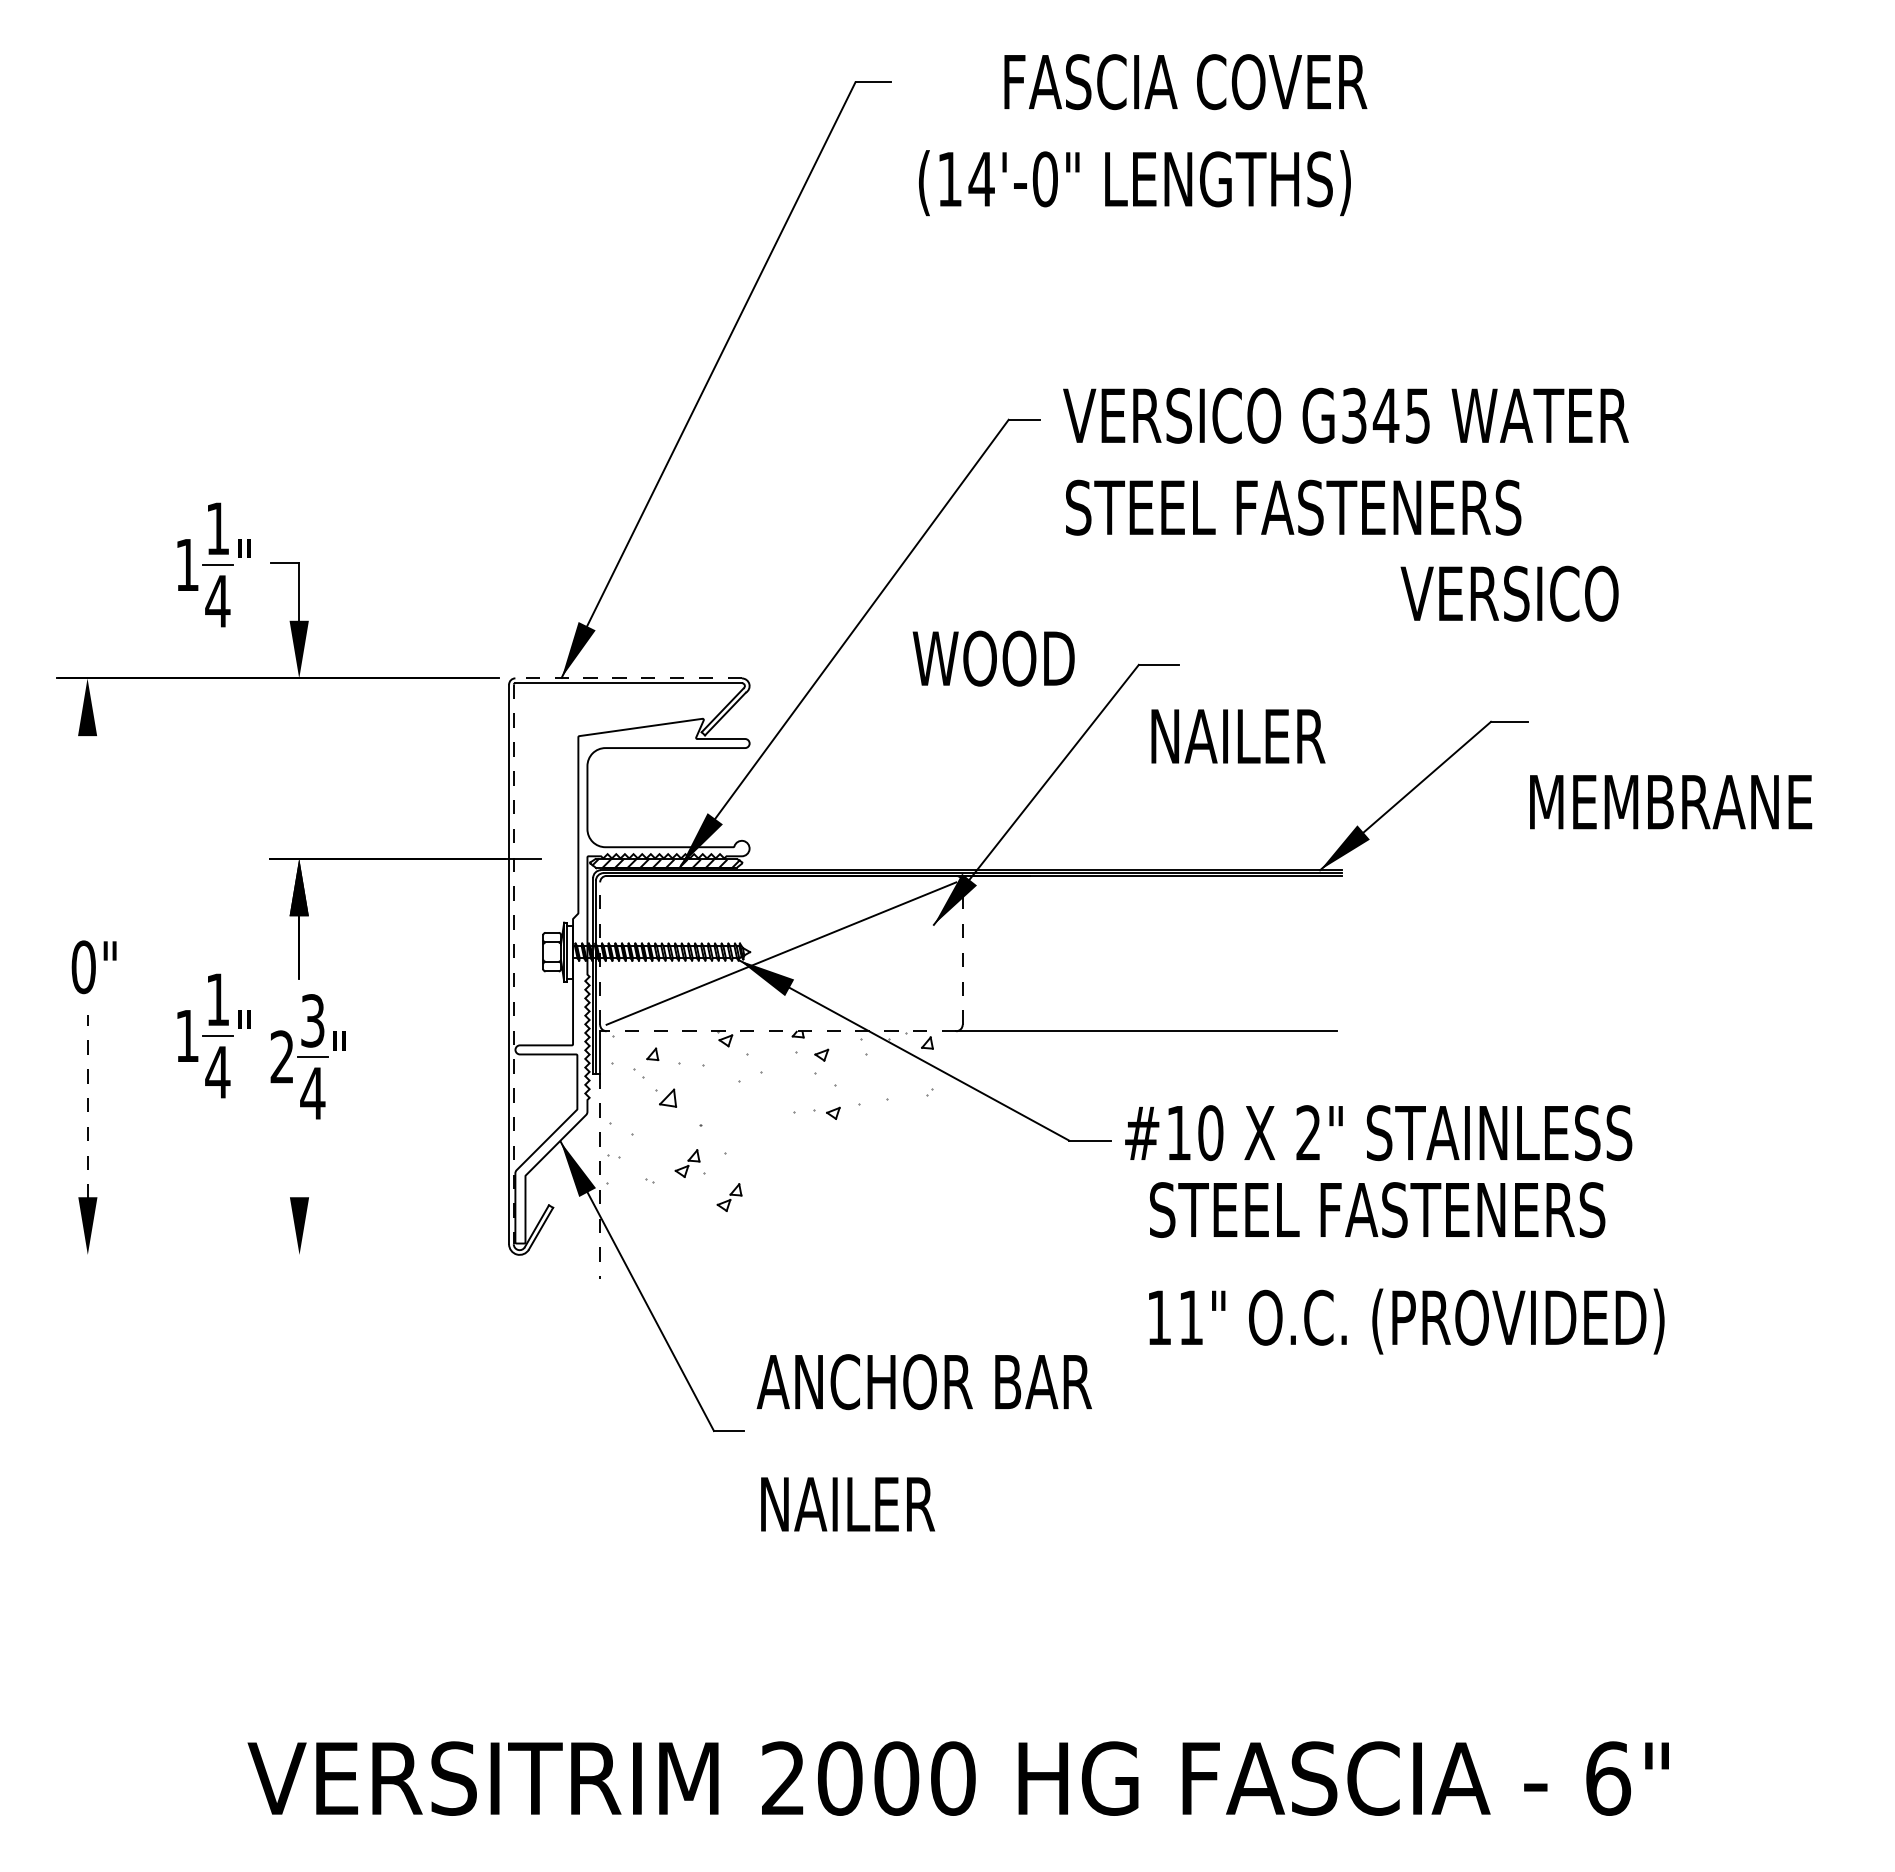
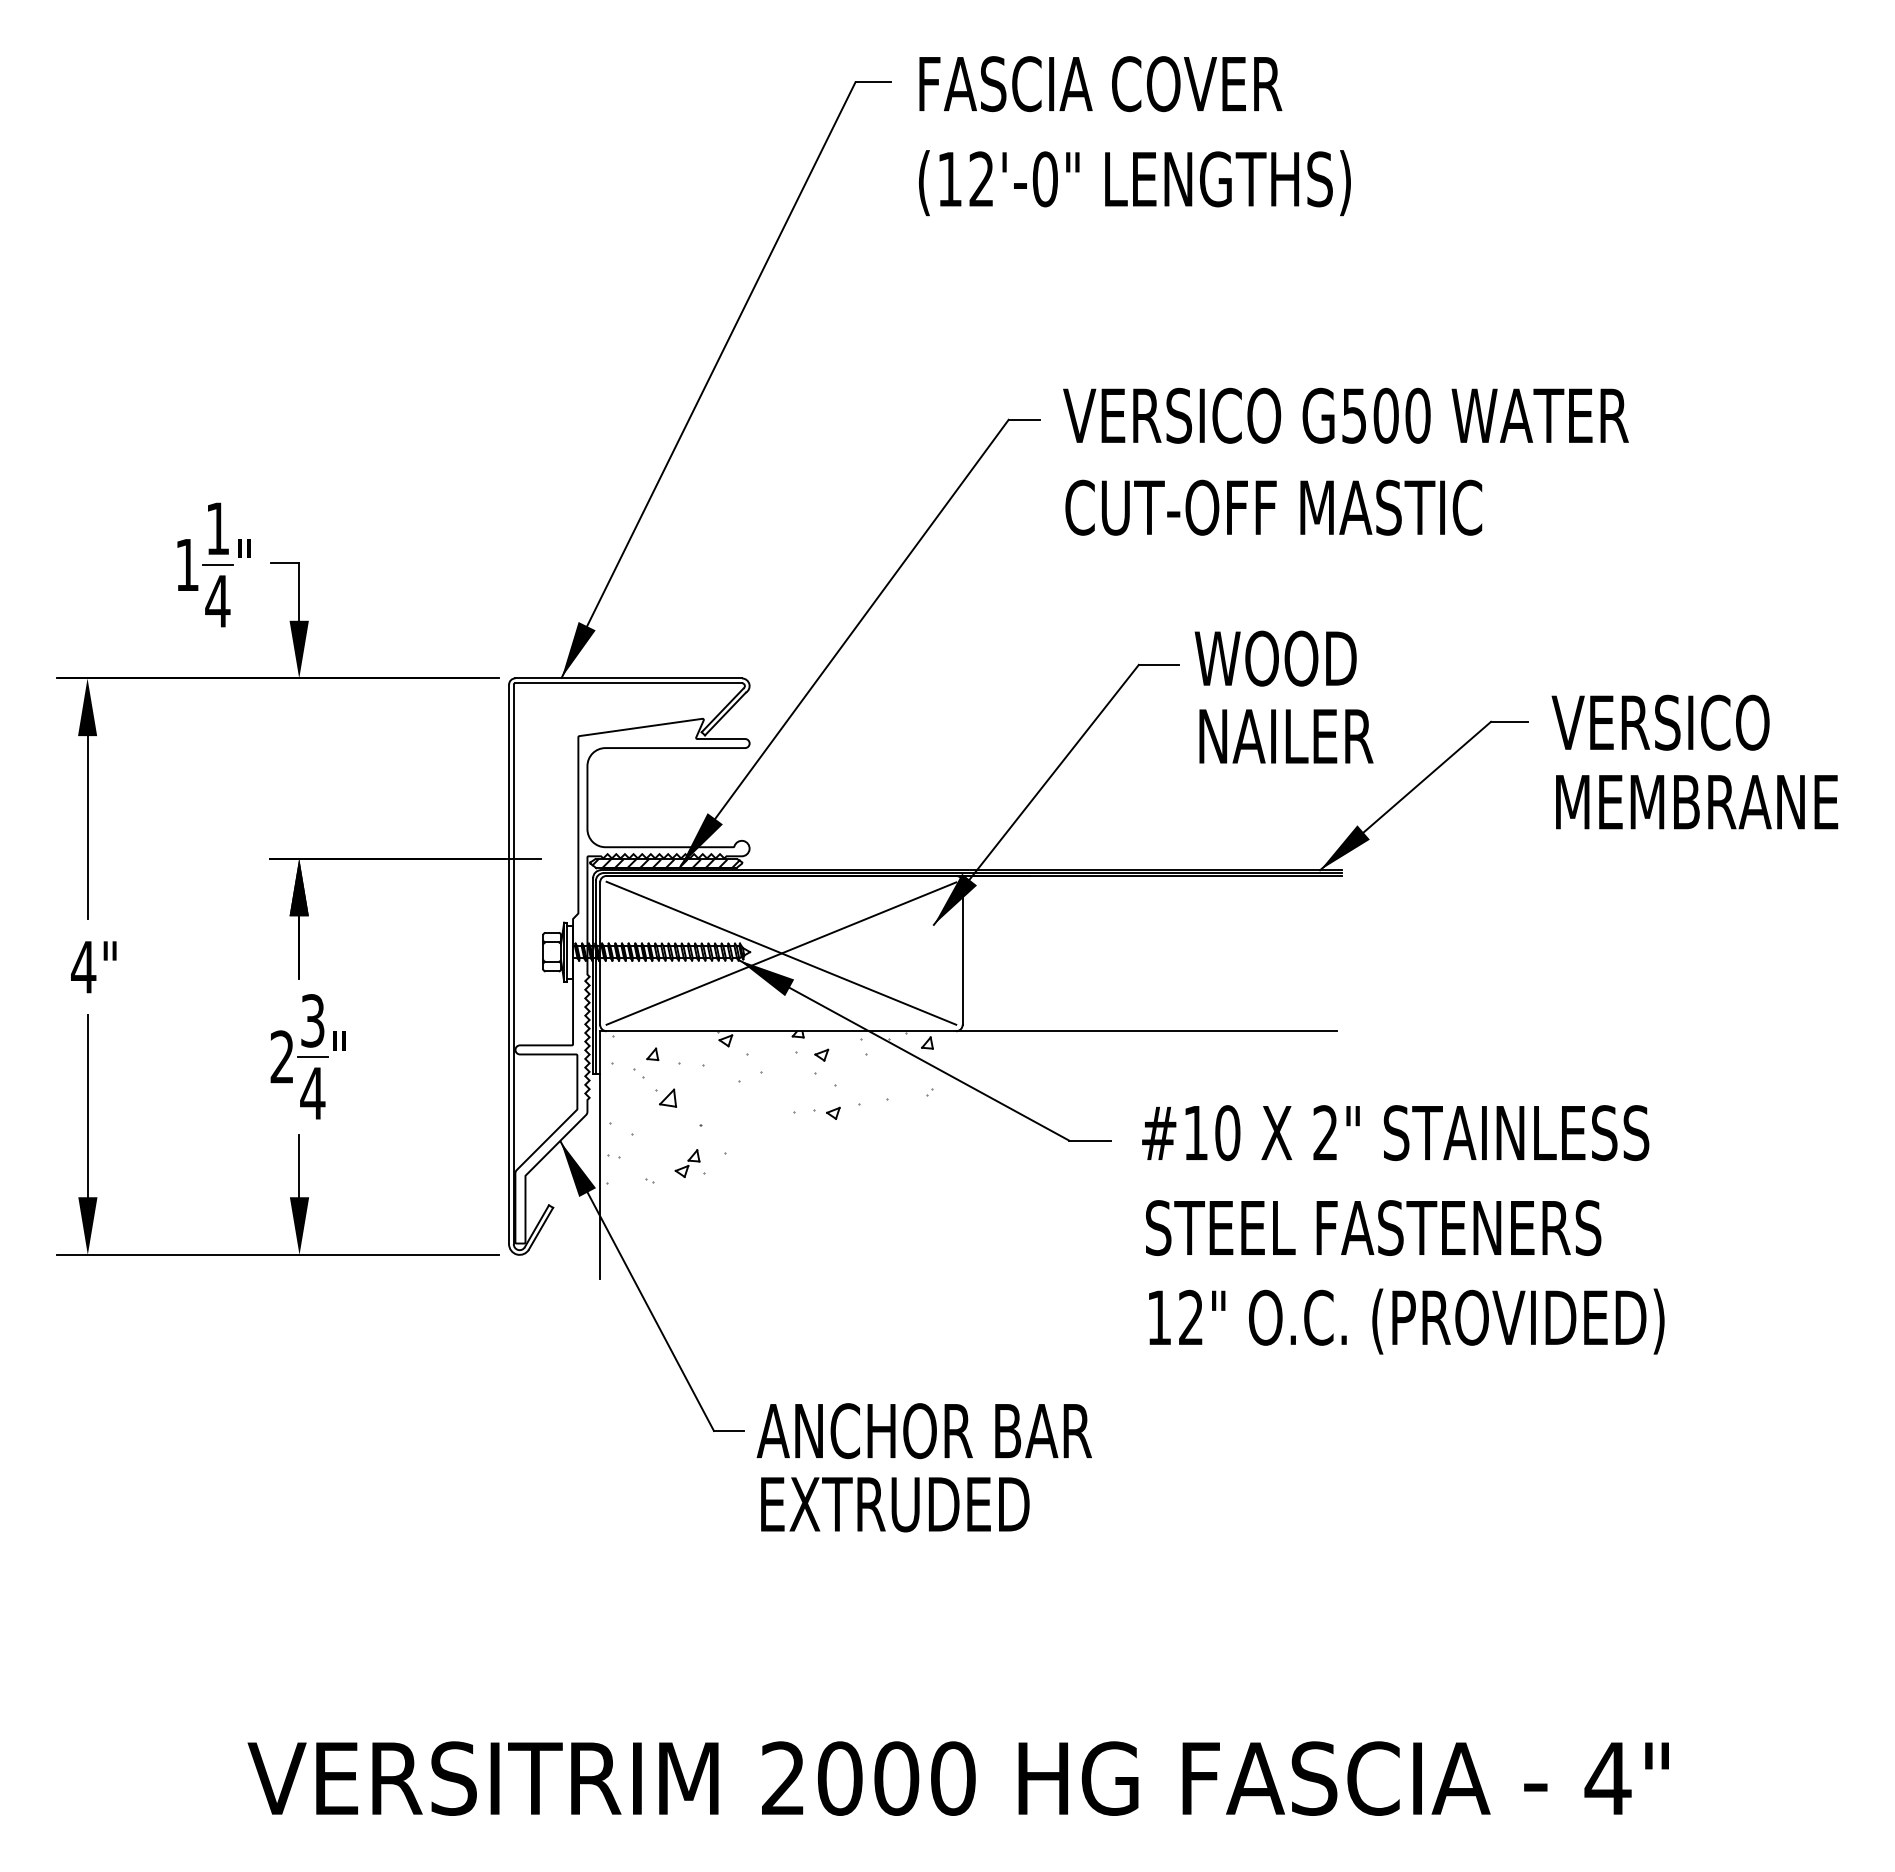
text at (1185, 82) position: (1185, 82) -> (1100, 84)
text at (981, 178): (14'-0" -> (12'-0"
text at (1386, 415): G345 -> G500
text at (1293, 507): STEEL FASTENERS -> CUT-OFF MASTIC
text at (1509, 593) position: (1509, 593) -> (1660, 722)
text at (993, 658) position: (993, 658) -> (1275, 658)
line at (628, 678): dashed -> solid
text at (1238, 736) position: (1238, 736) -> (1286, 736)
text at (1671, 802) position: (1671, 802) -> (1697, 802)
line at (87, 827): none -> present
line at (781, 952): none -> present
line at (600, 953): dashed -> solid
line at (962, 953): dashed -> solid
line at (513, 964): dashed -> solid
text at (83, 967): 0" -> 4"
line at (777, 1031): dashed -> solid
part at (213, 1035): present -> none
line at (87, 1107): dashed -> solid
text at (1378, 1133) position: (1378, 1133) -> (1395, 1133)
line at (299, 1166): none -> present
line at (600, 1177): dashed -> solid
part at (729, 1197): present -> none
text at (1377, 1209) position: (1377, 1209) -> (1373, 1227)
line at (277, 1254): none -> present
text at (1190, 1316): 11" -> 12"
text at (923, 1382) position: (923, 1382) -> (923, 1431)
text at (897, 1504): NAILER -> EXTRUDED
text at (1607, 1778): 6" -> 4"
